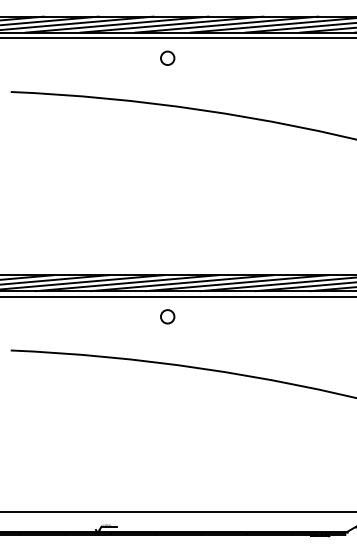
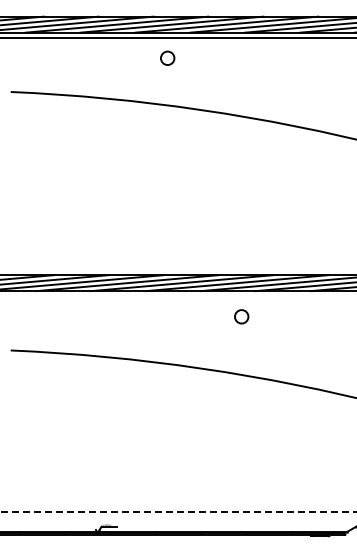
line at (177, 296): present -> none
circle at (167, 316) position: (167, 316) -> (241, 316)
line at (178, 511): solid -> dashed
